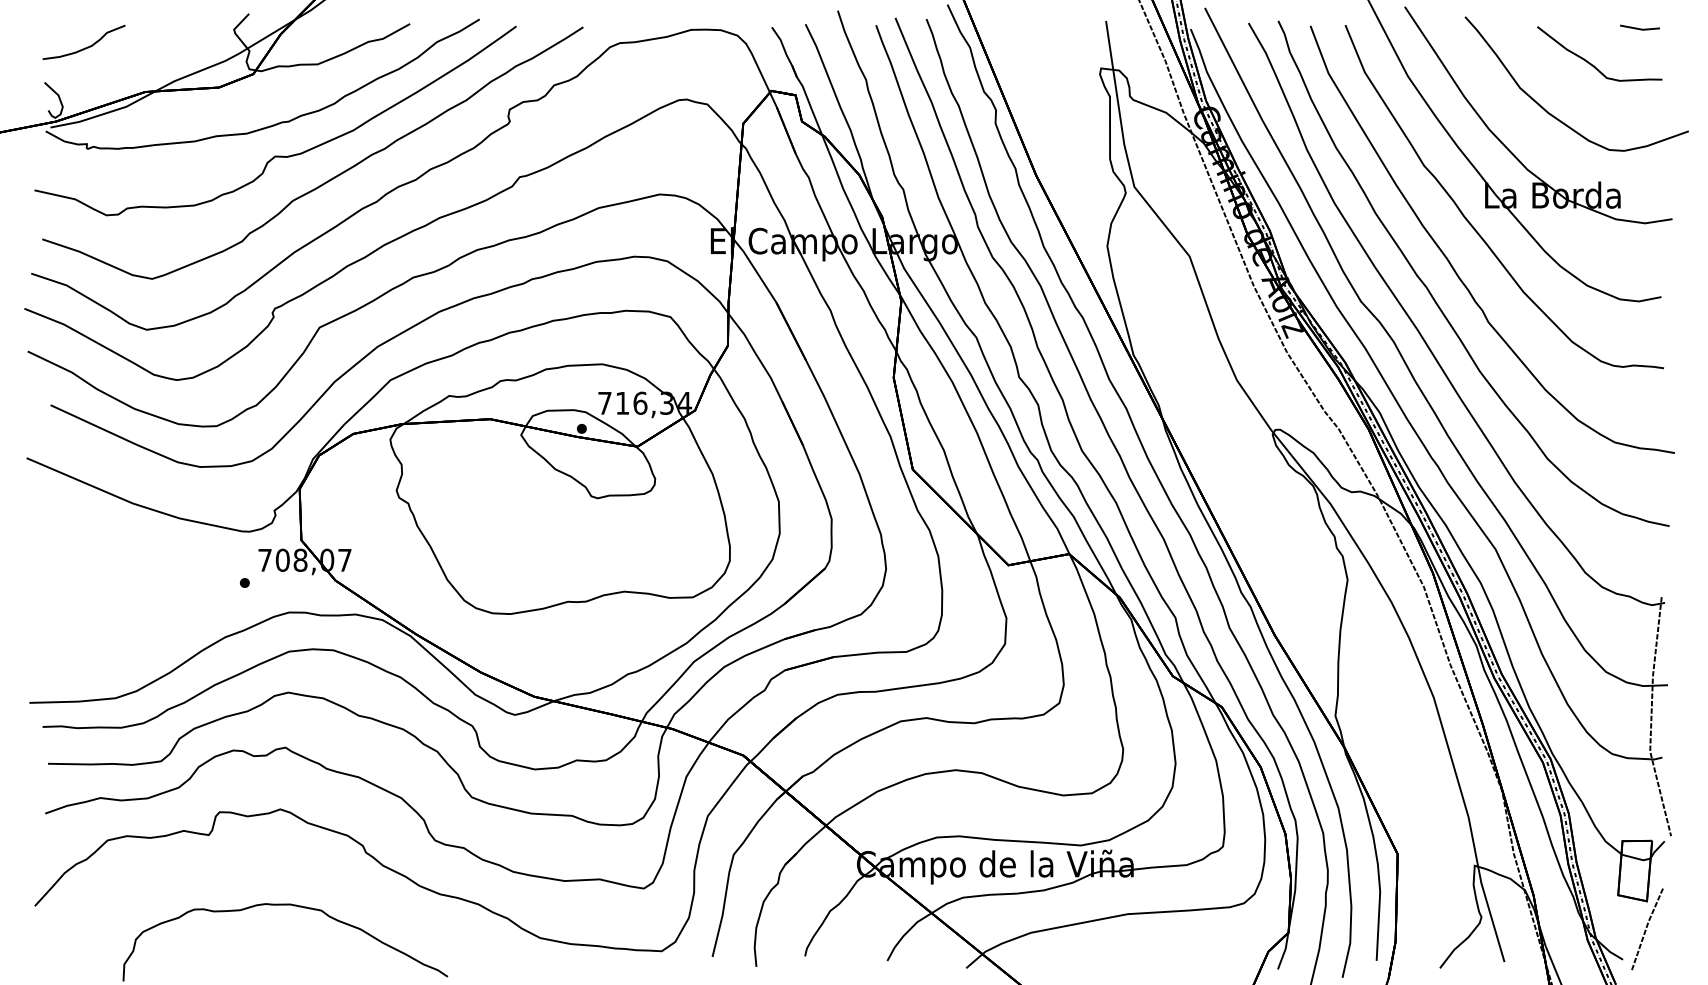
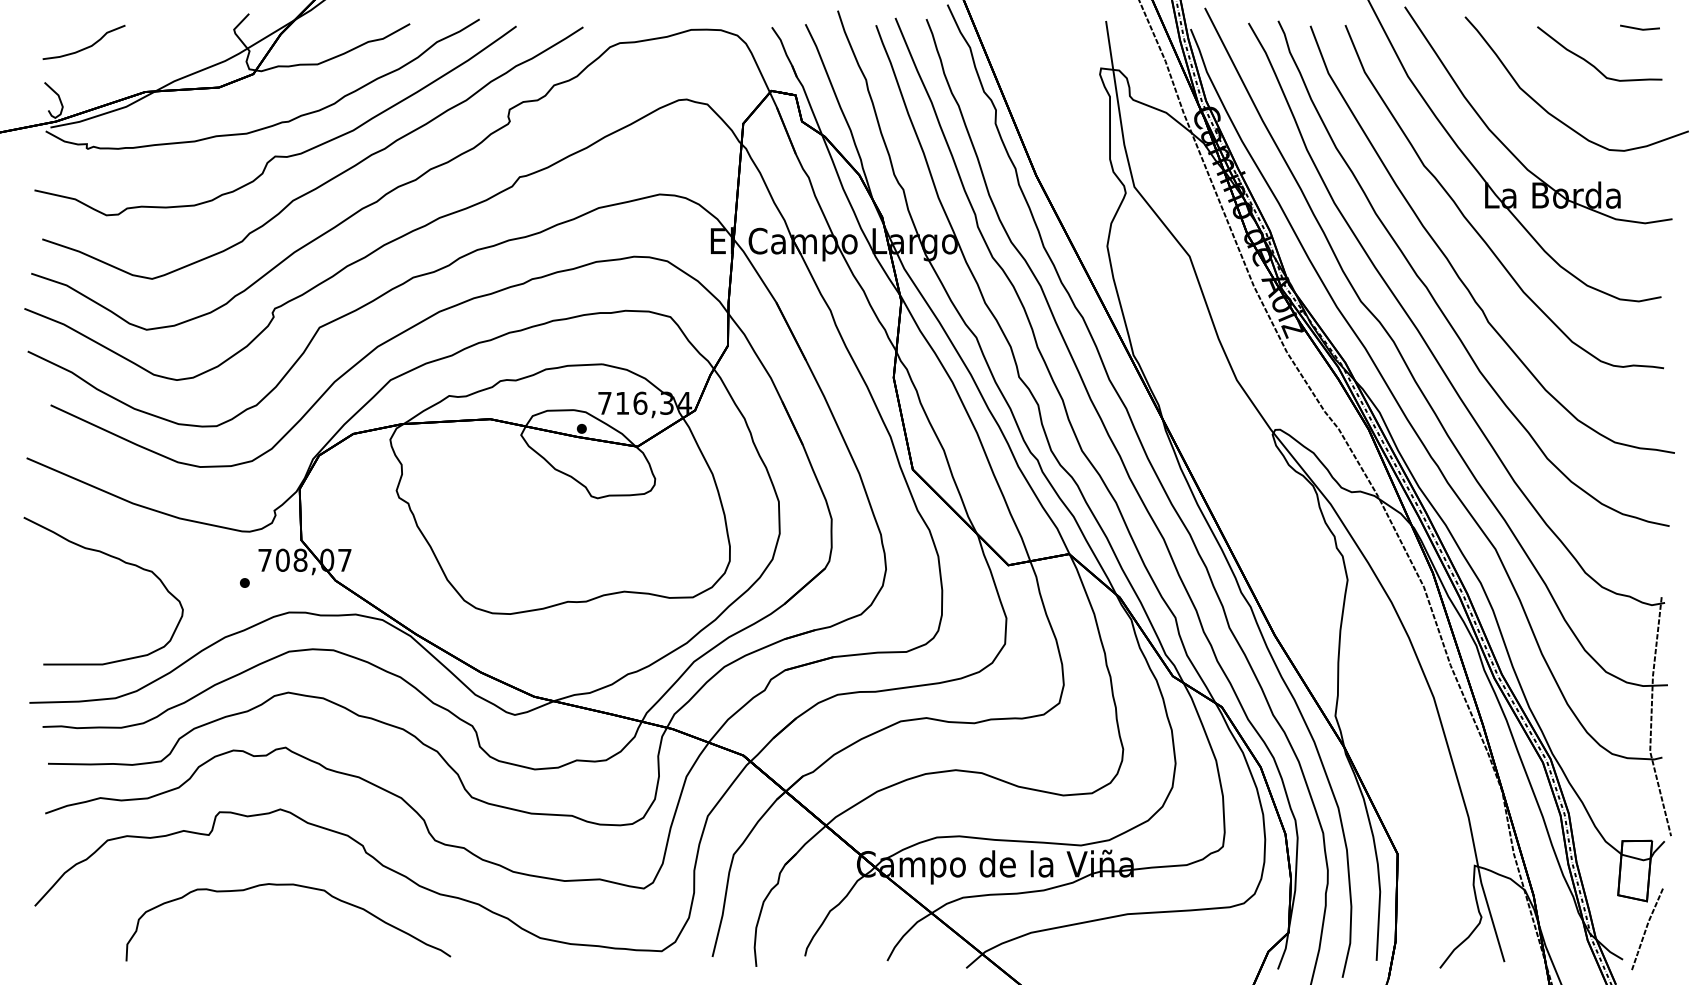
curve at (114, 558): none -> present
curve at (293, 906) position: (293, 906) -> (296, 886)
